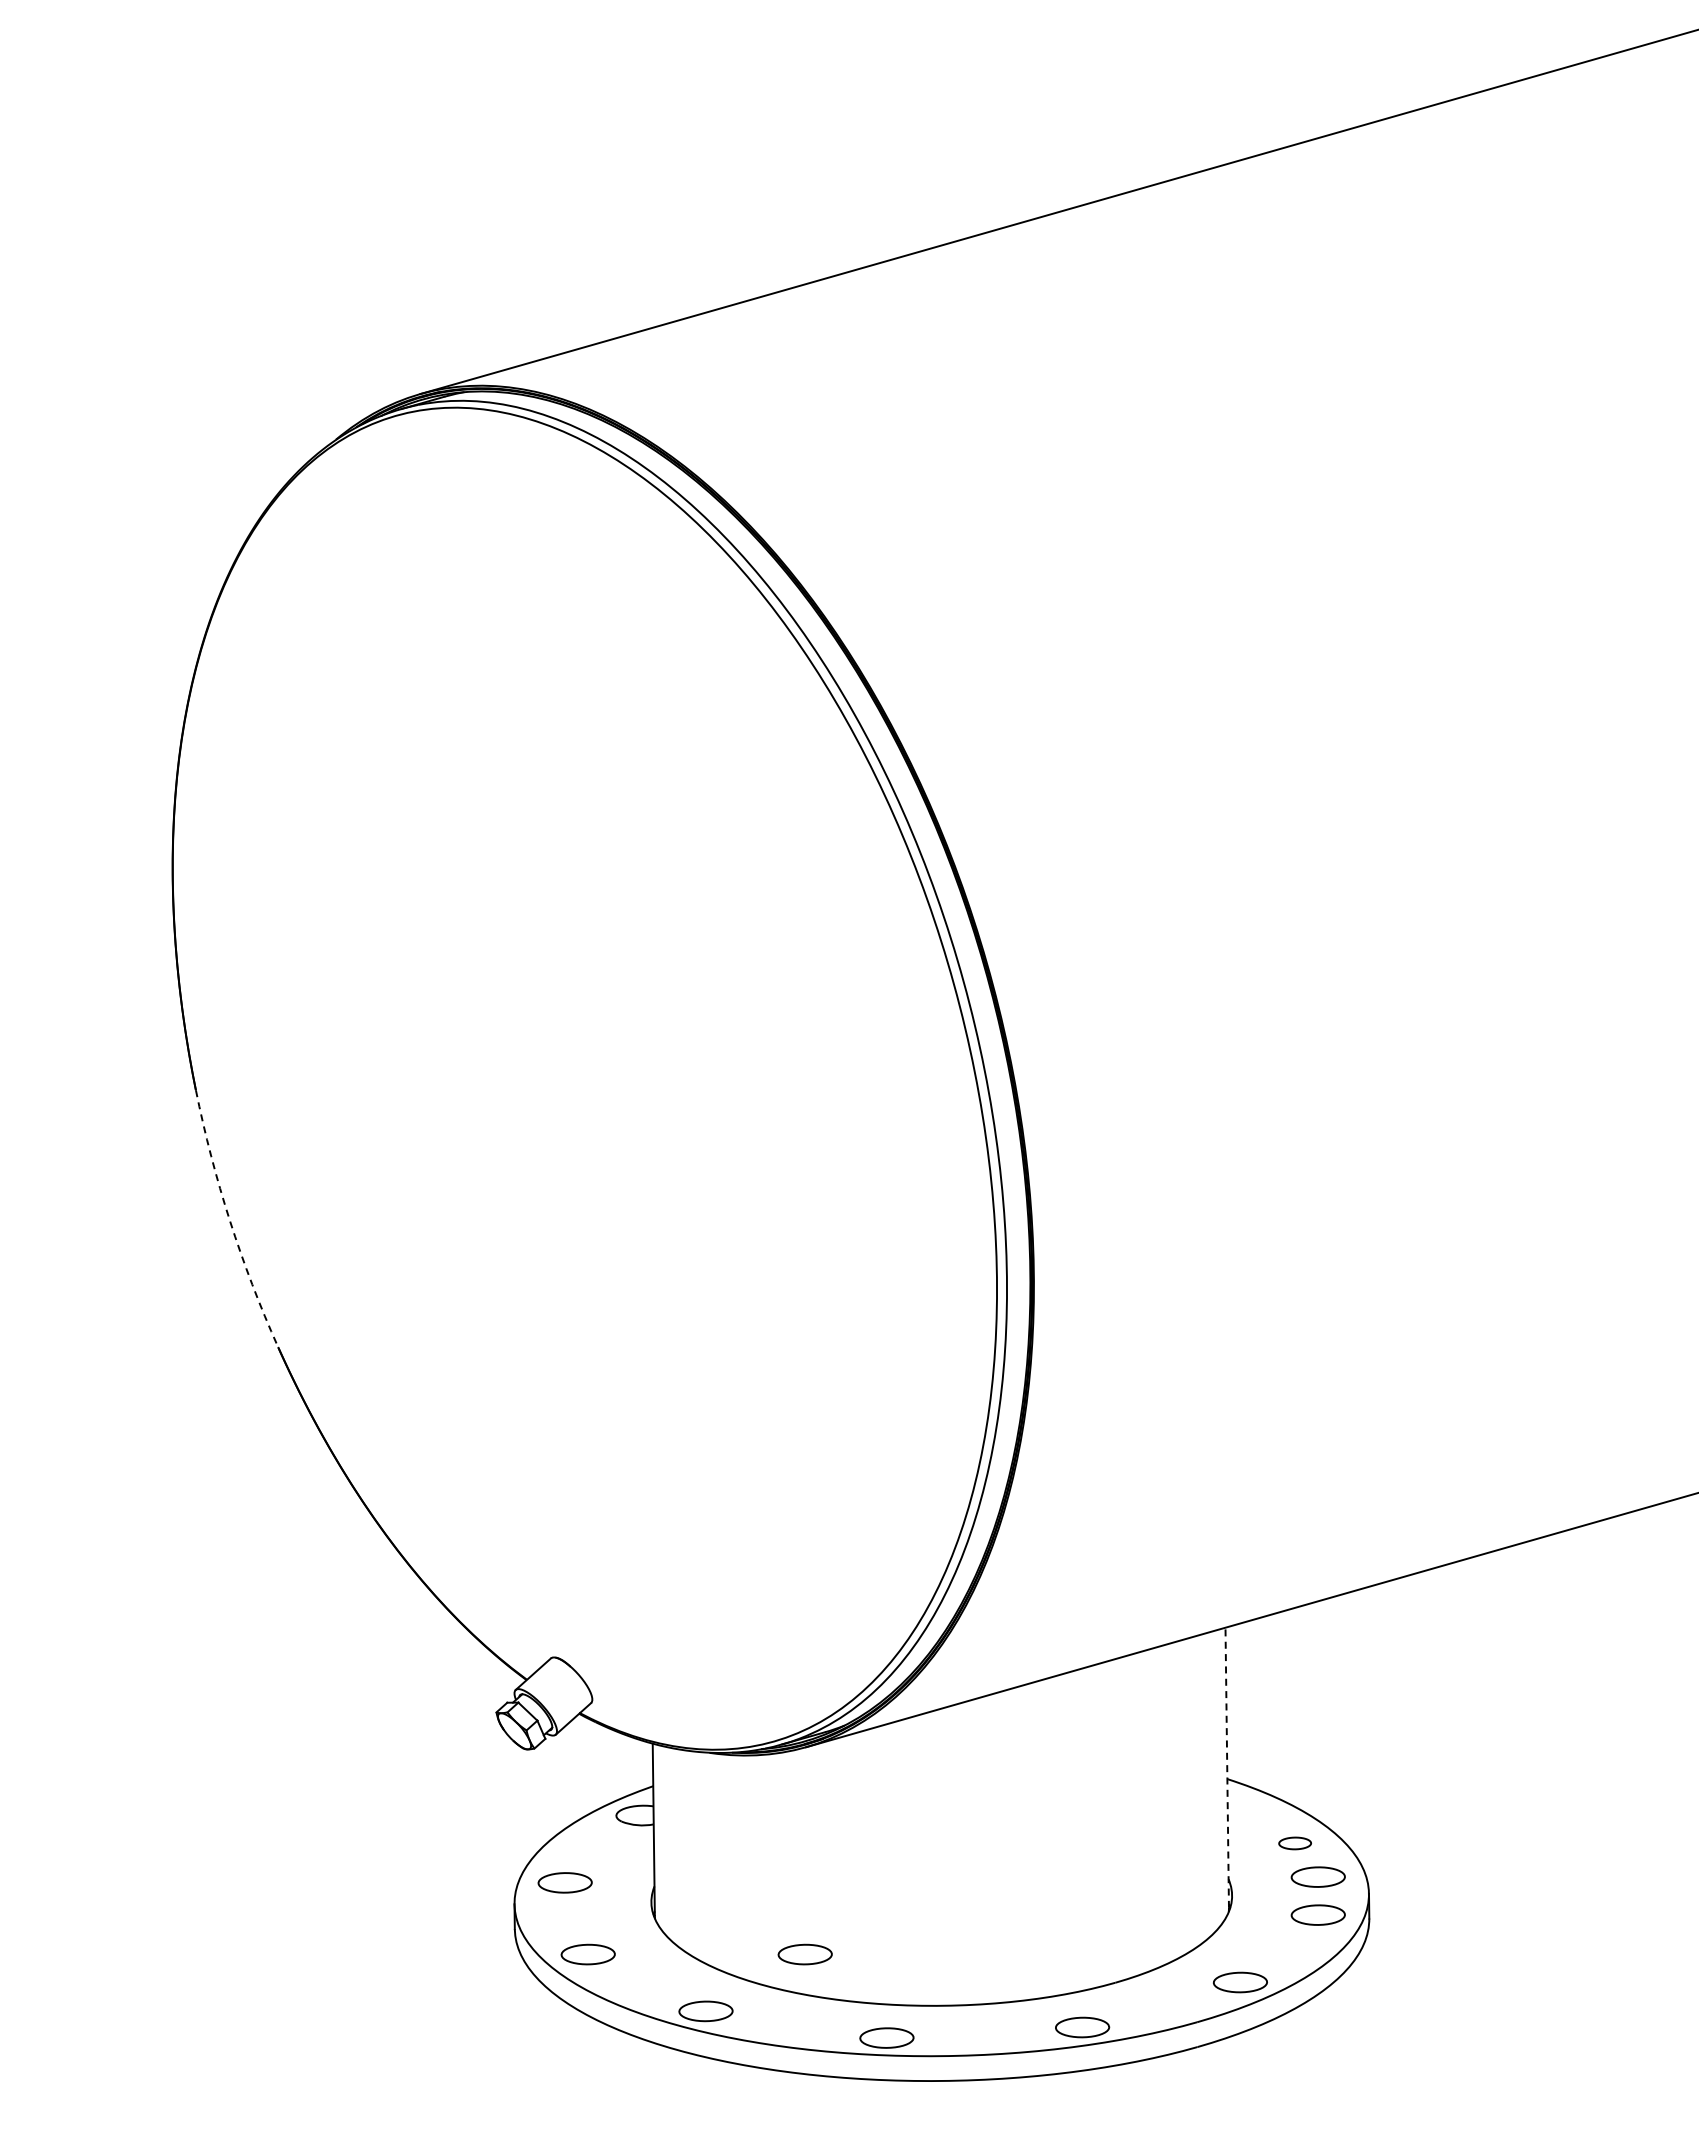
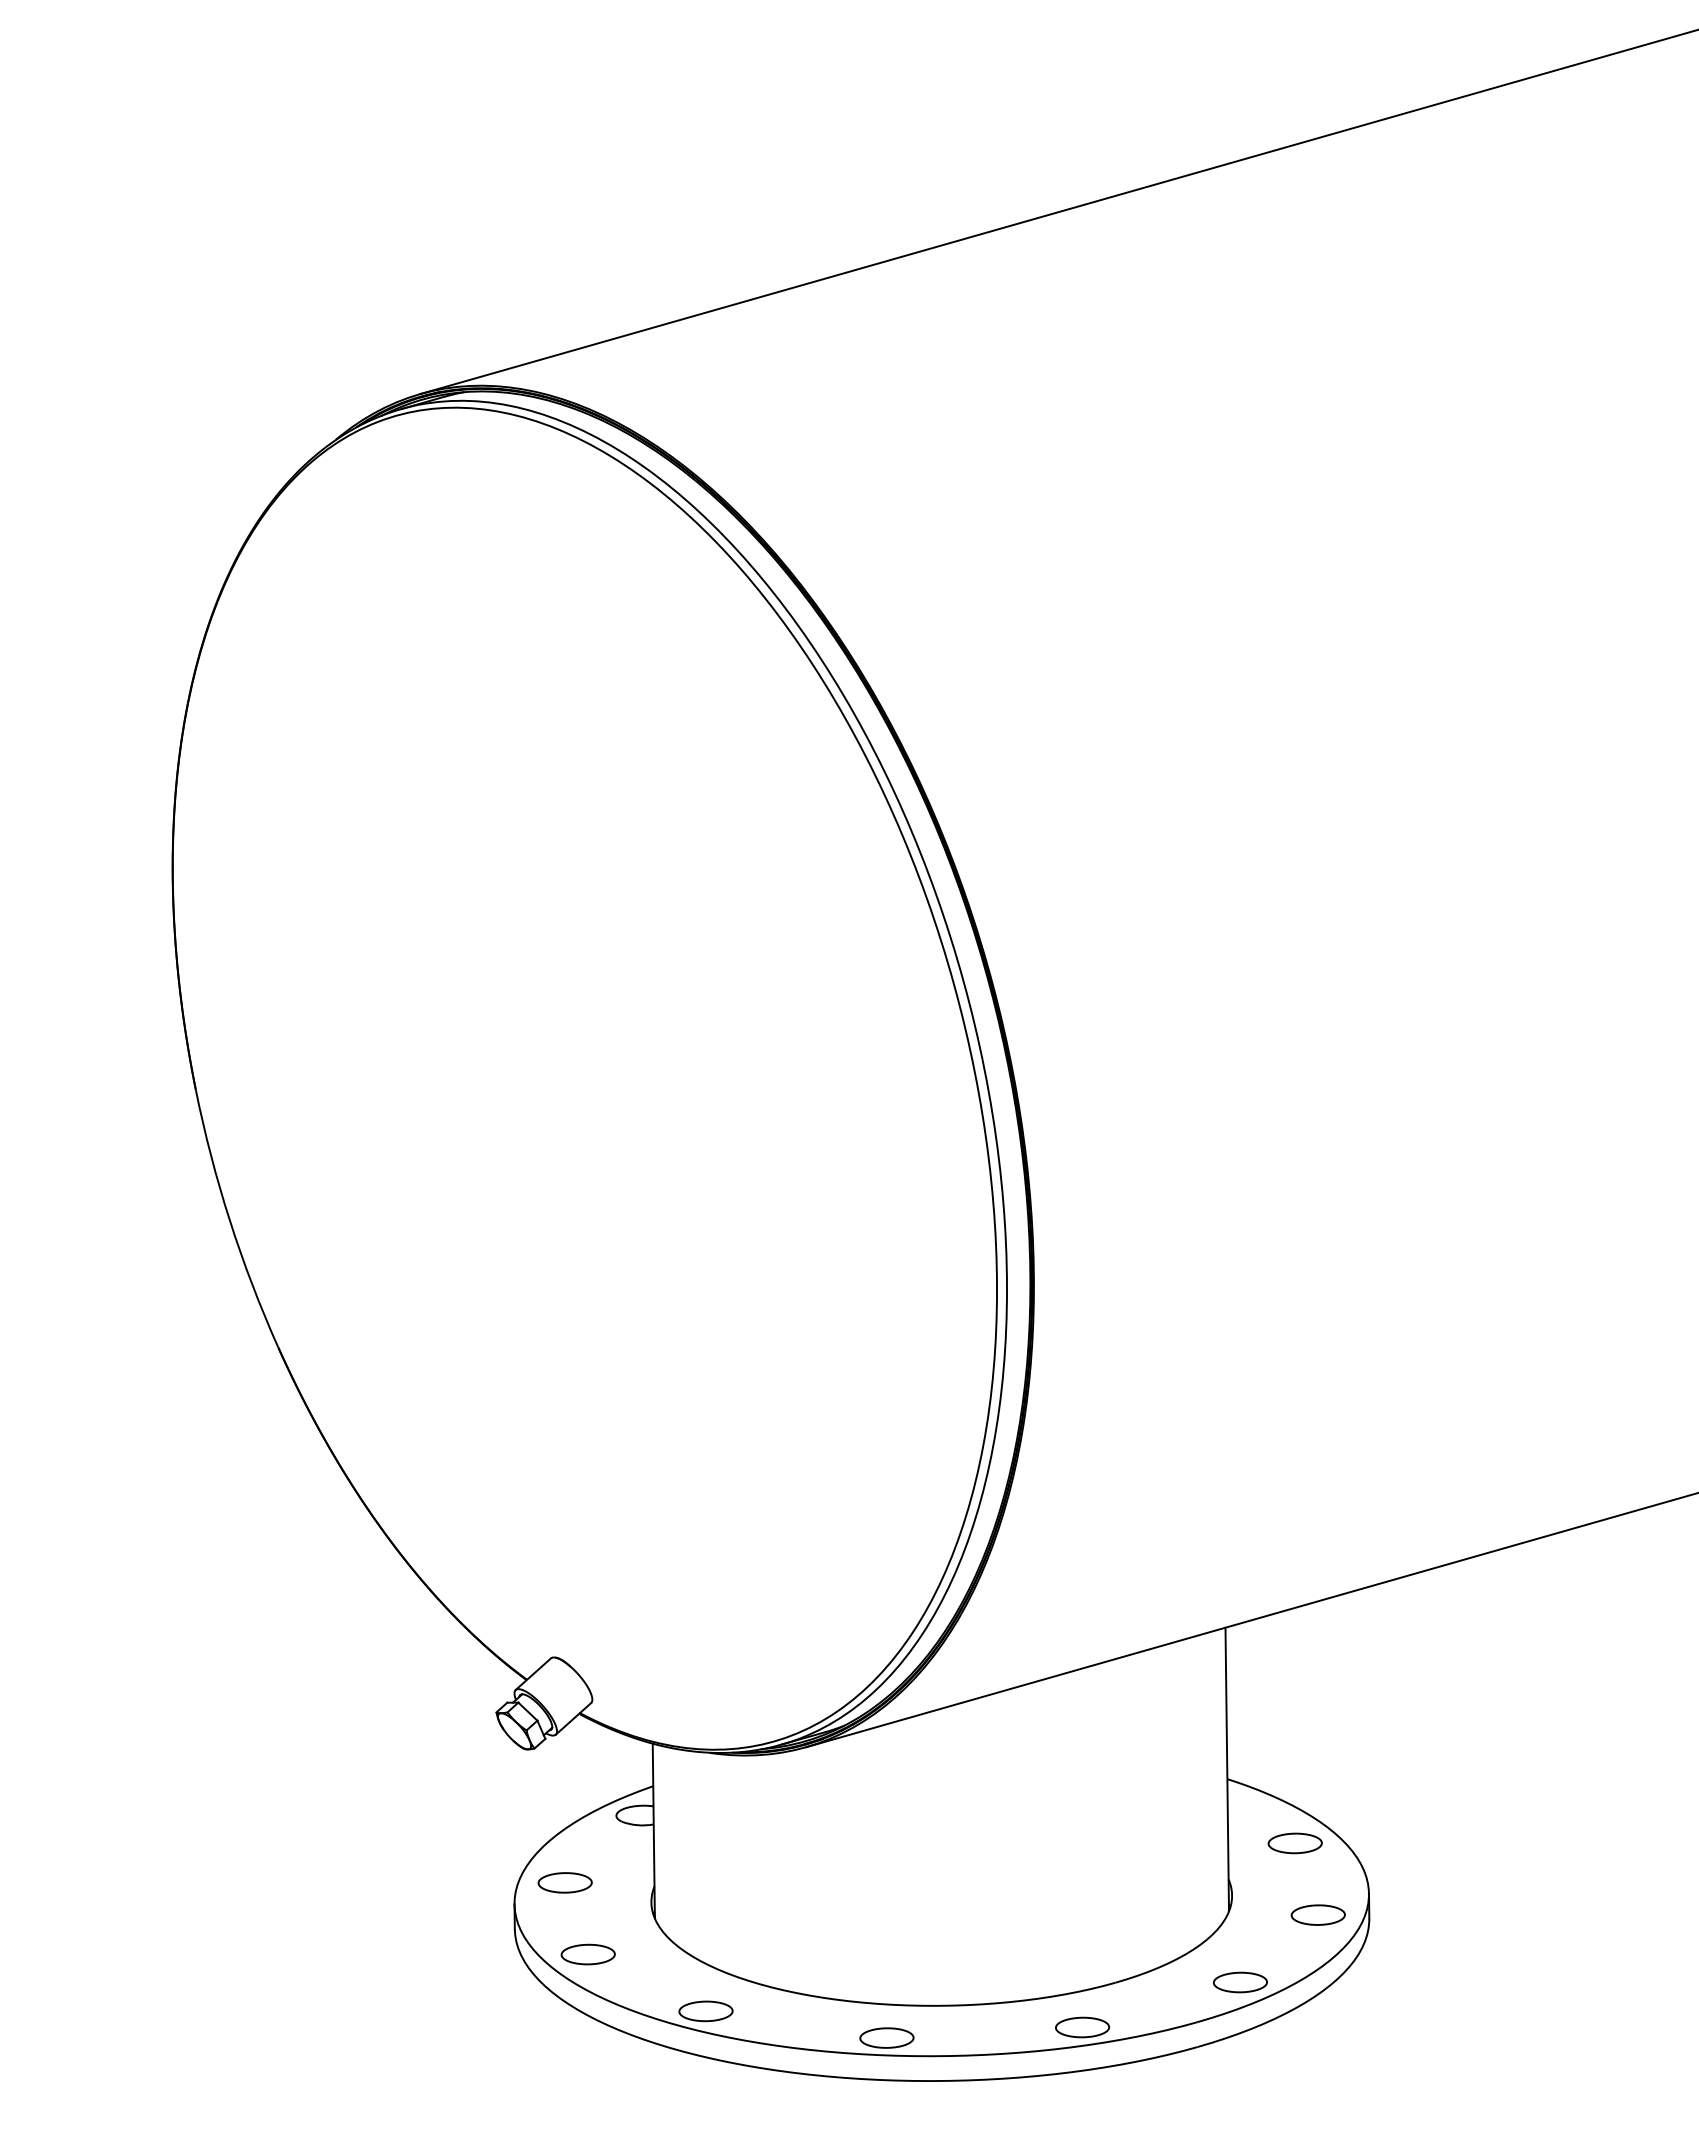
arc at (229, 1220): dashed -> solid
line at (1227, 1767): dashed -> solid
part at (1294, 1843) size: 34x15 px -> 56x23 px
part at (1317, 1876): present -> none
part at (804, 1954): present -> none
